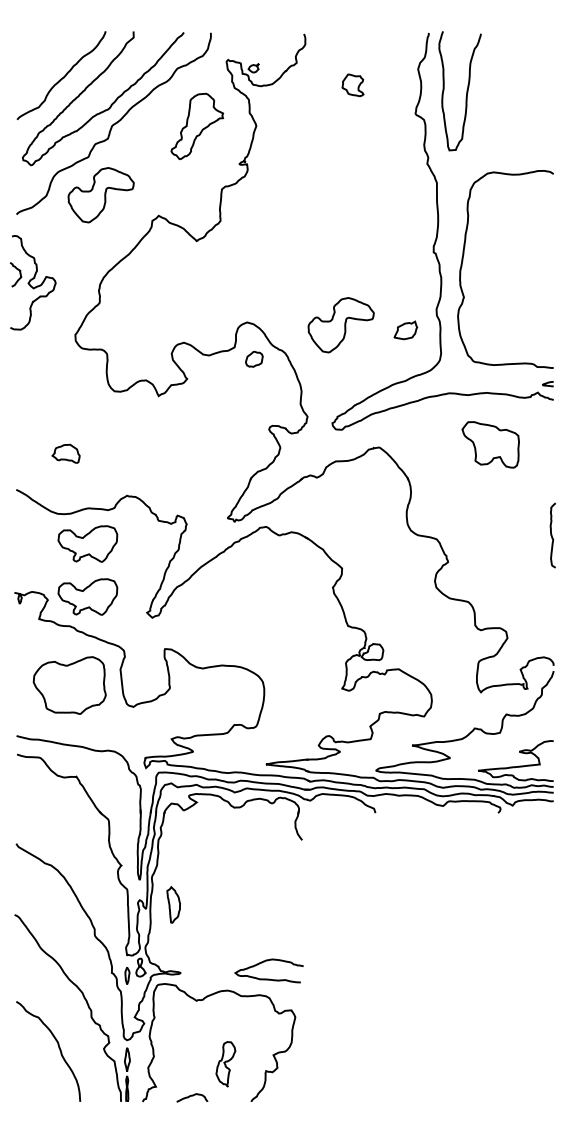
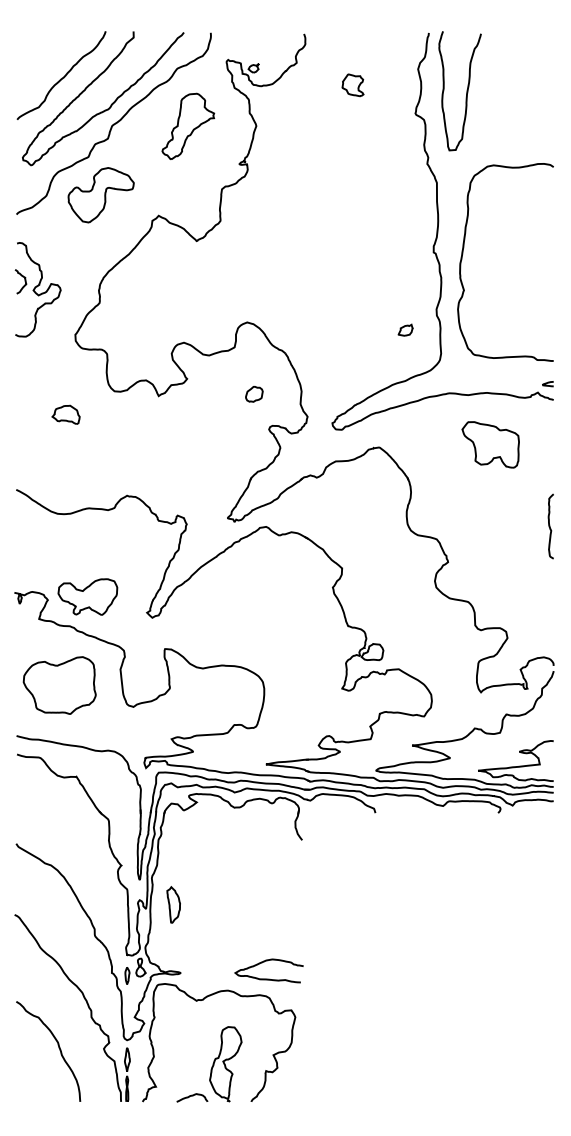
part at (197, 125) position: (197, 125) -> (188, 125)
curve at (463, 261) position: (463, 261) -> (463, 254)
part at (32, 282) position: (32, 282) -> (37, 289)
part at (340, 325): present -> none
part at (405, 330) size: 26x21 px -> 17x14 px
part at (254, 359) position: (254, 359) -> (254, 394)
part at (65, 453) position: (65, 453) -> (65, 414)
curve at (552, 535) position: (552, 535) -> (550, 526)
part at (87, 543): present -> none
part at (69, 685) position: (69, 685) -> (59, 685)
part at (225, 1064) size: 22x47 px -> 34x77 px
